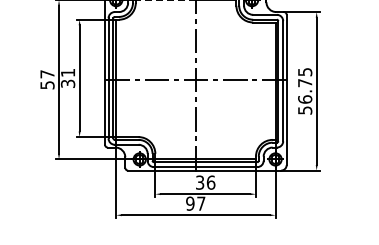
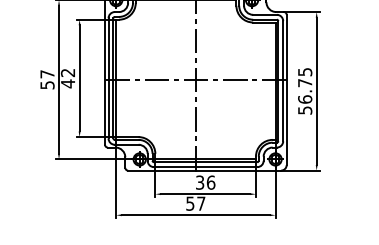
line at (165, 0): dashed -> solid
text at (67, 78): 31 -> 42
text at (190, 203): 97 -> 57
